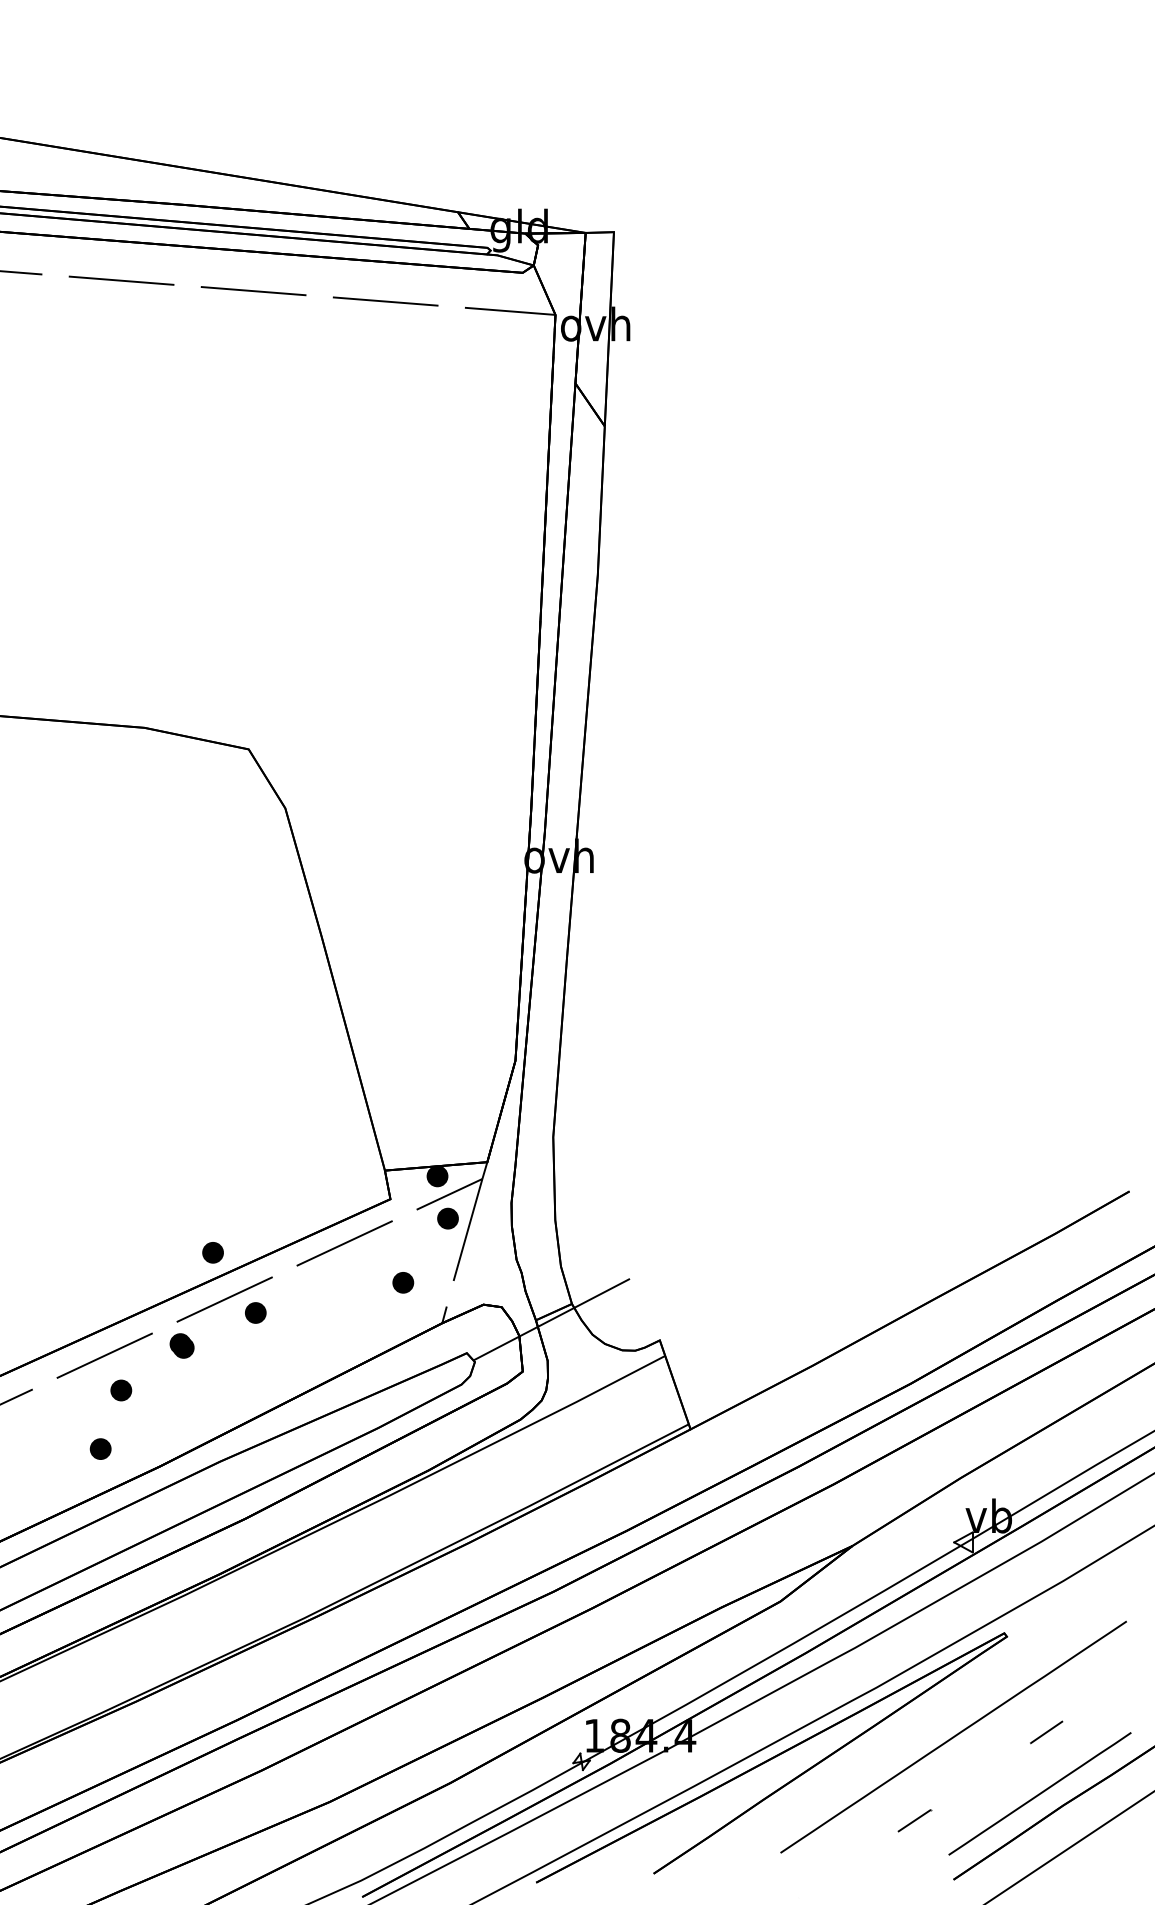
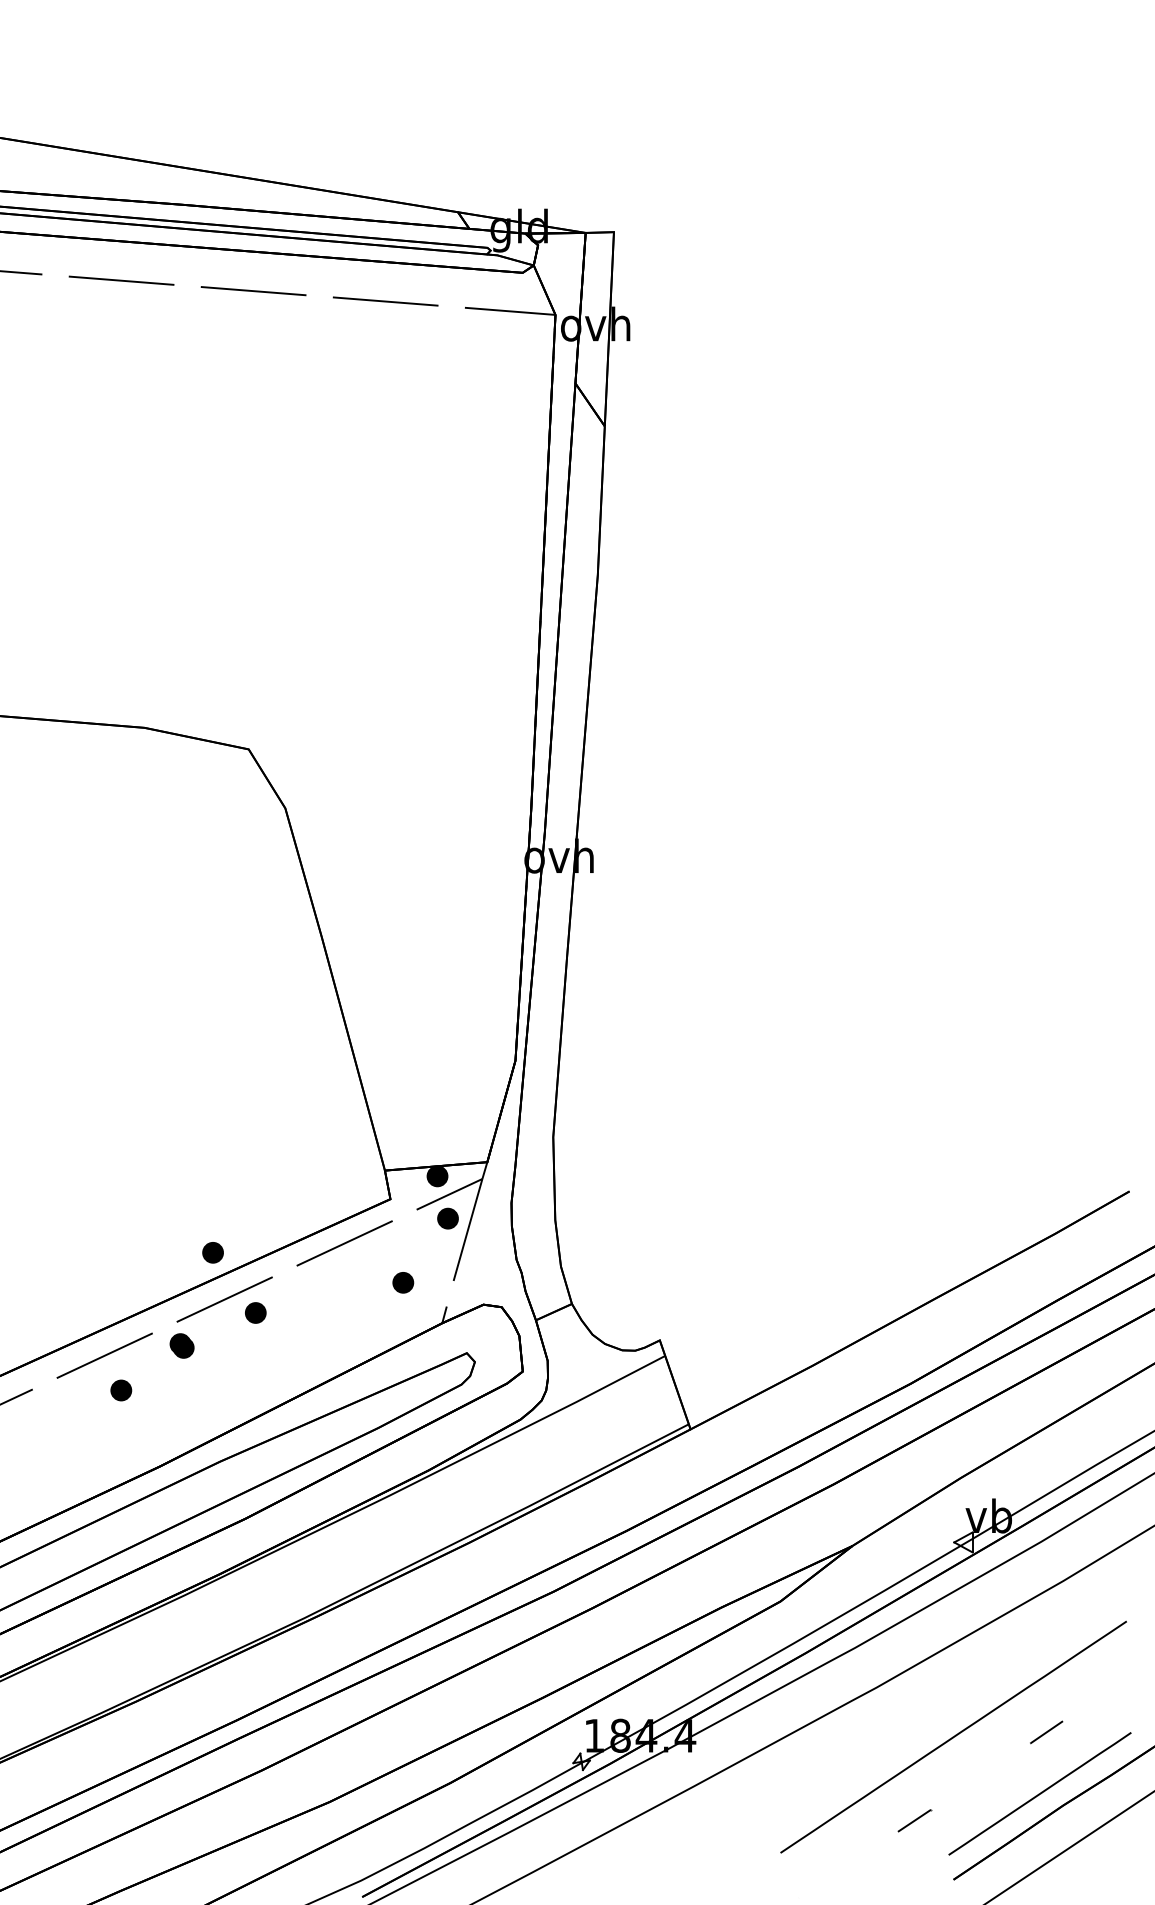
line at (551, 1319): present -> none
part at (100, 1448): present -> none
part at (772, 1757): present -> none
